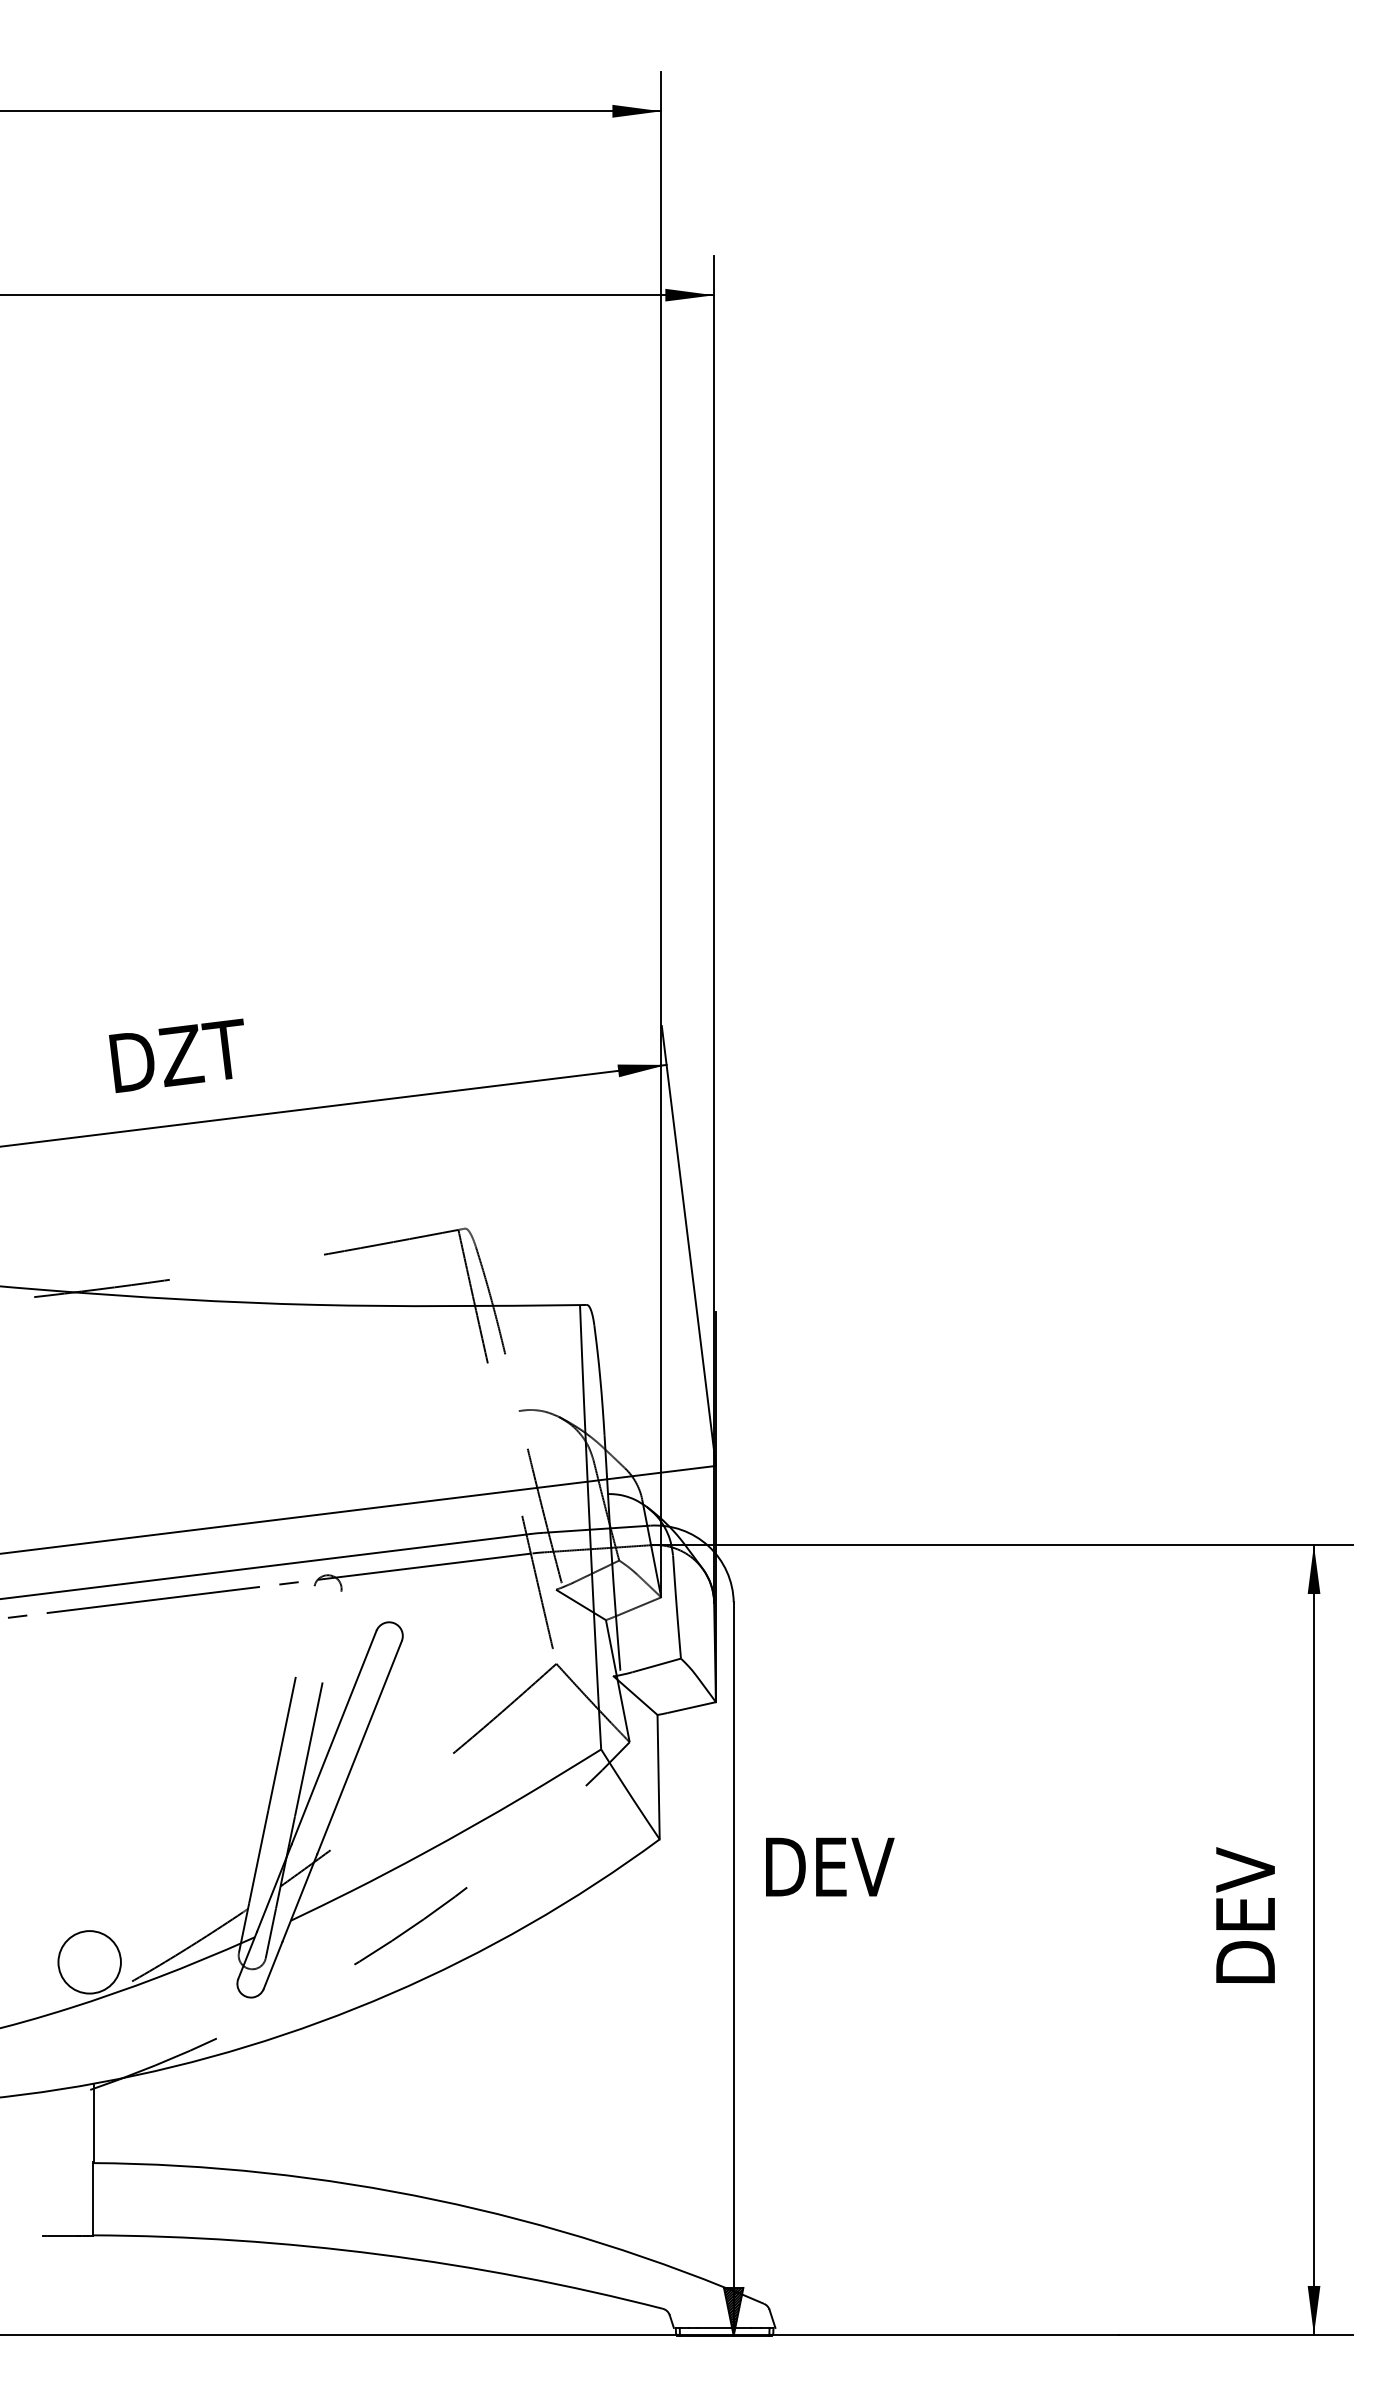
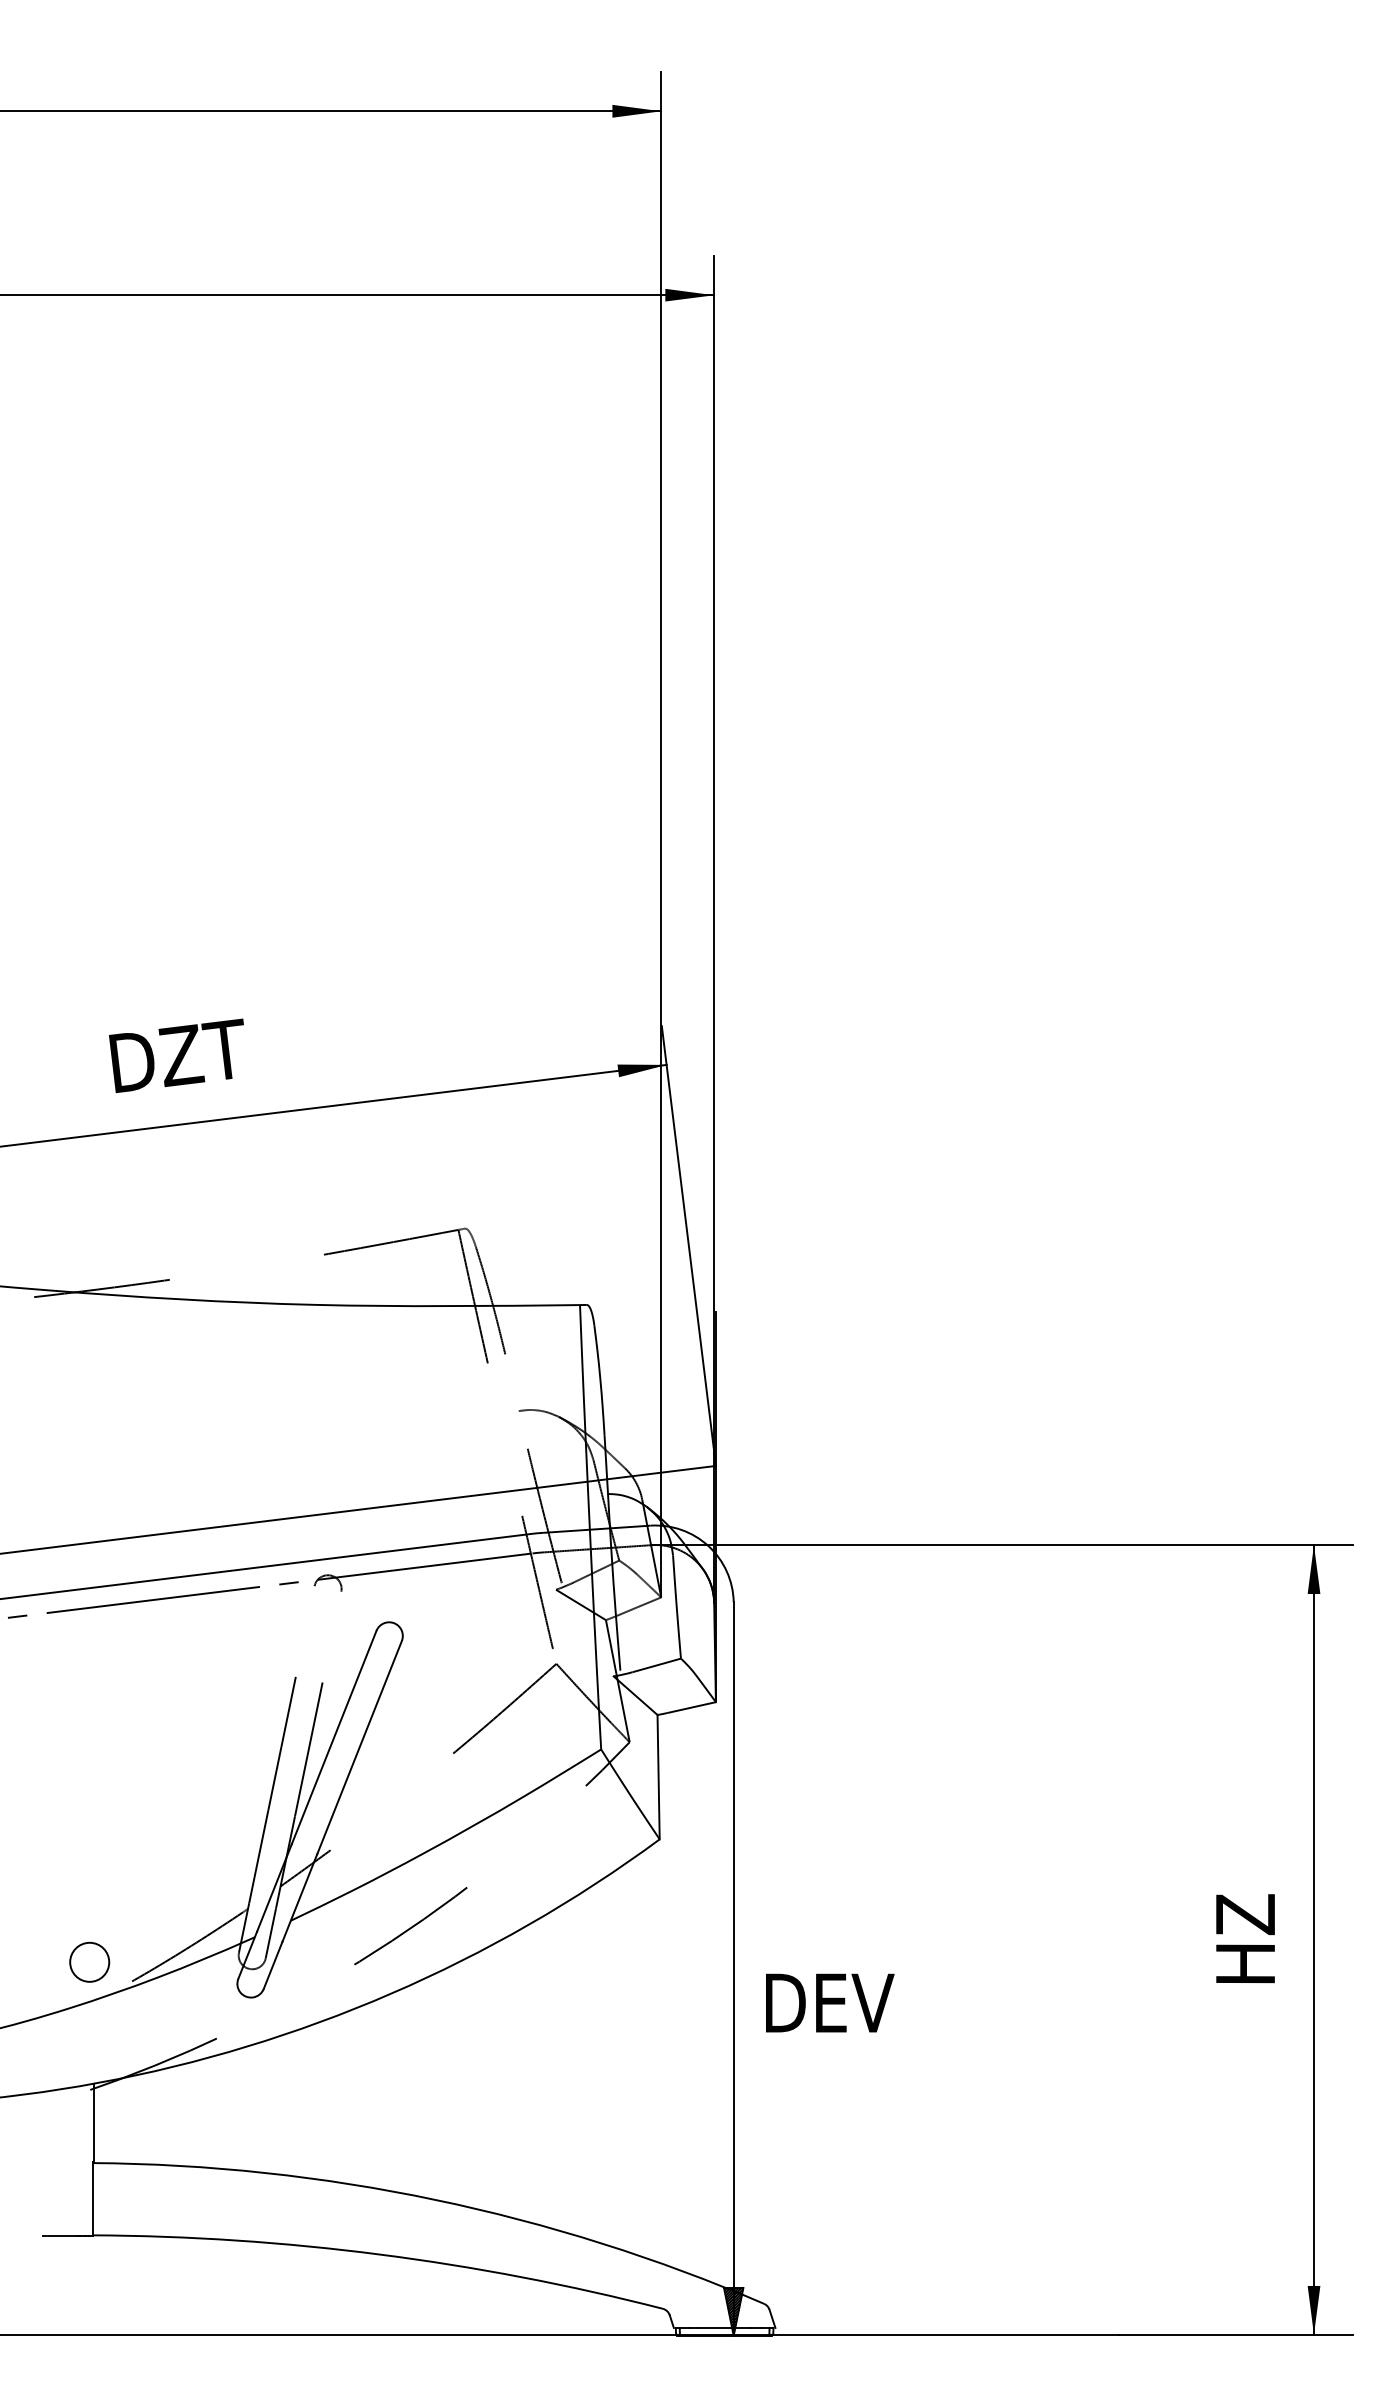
text at (830, 1866) position: (830, 1866) -> (830, 2002)
text at (1245, 1911): DEV -> HZ
circle at (89, 1962) diameter: 62 px -> 39 px
